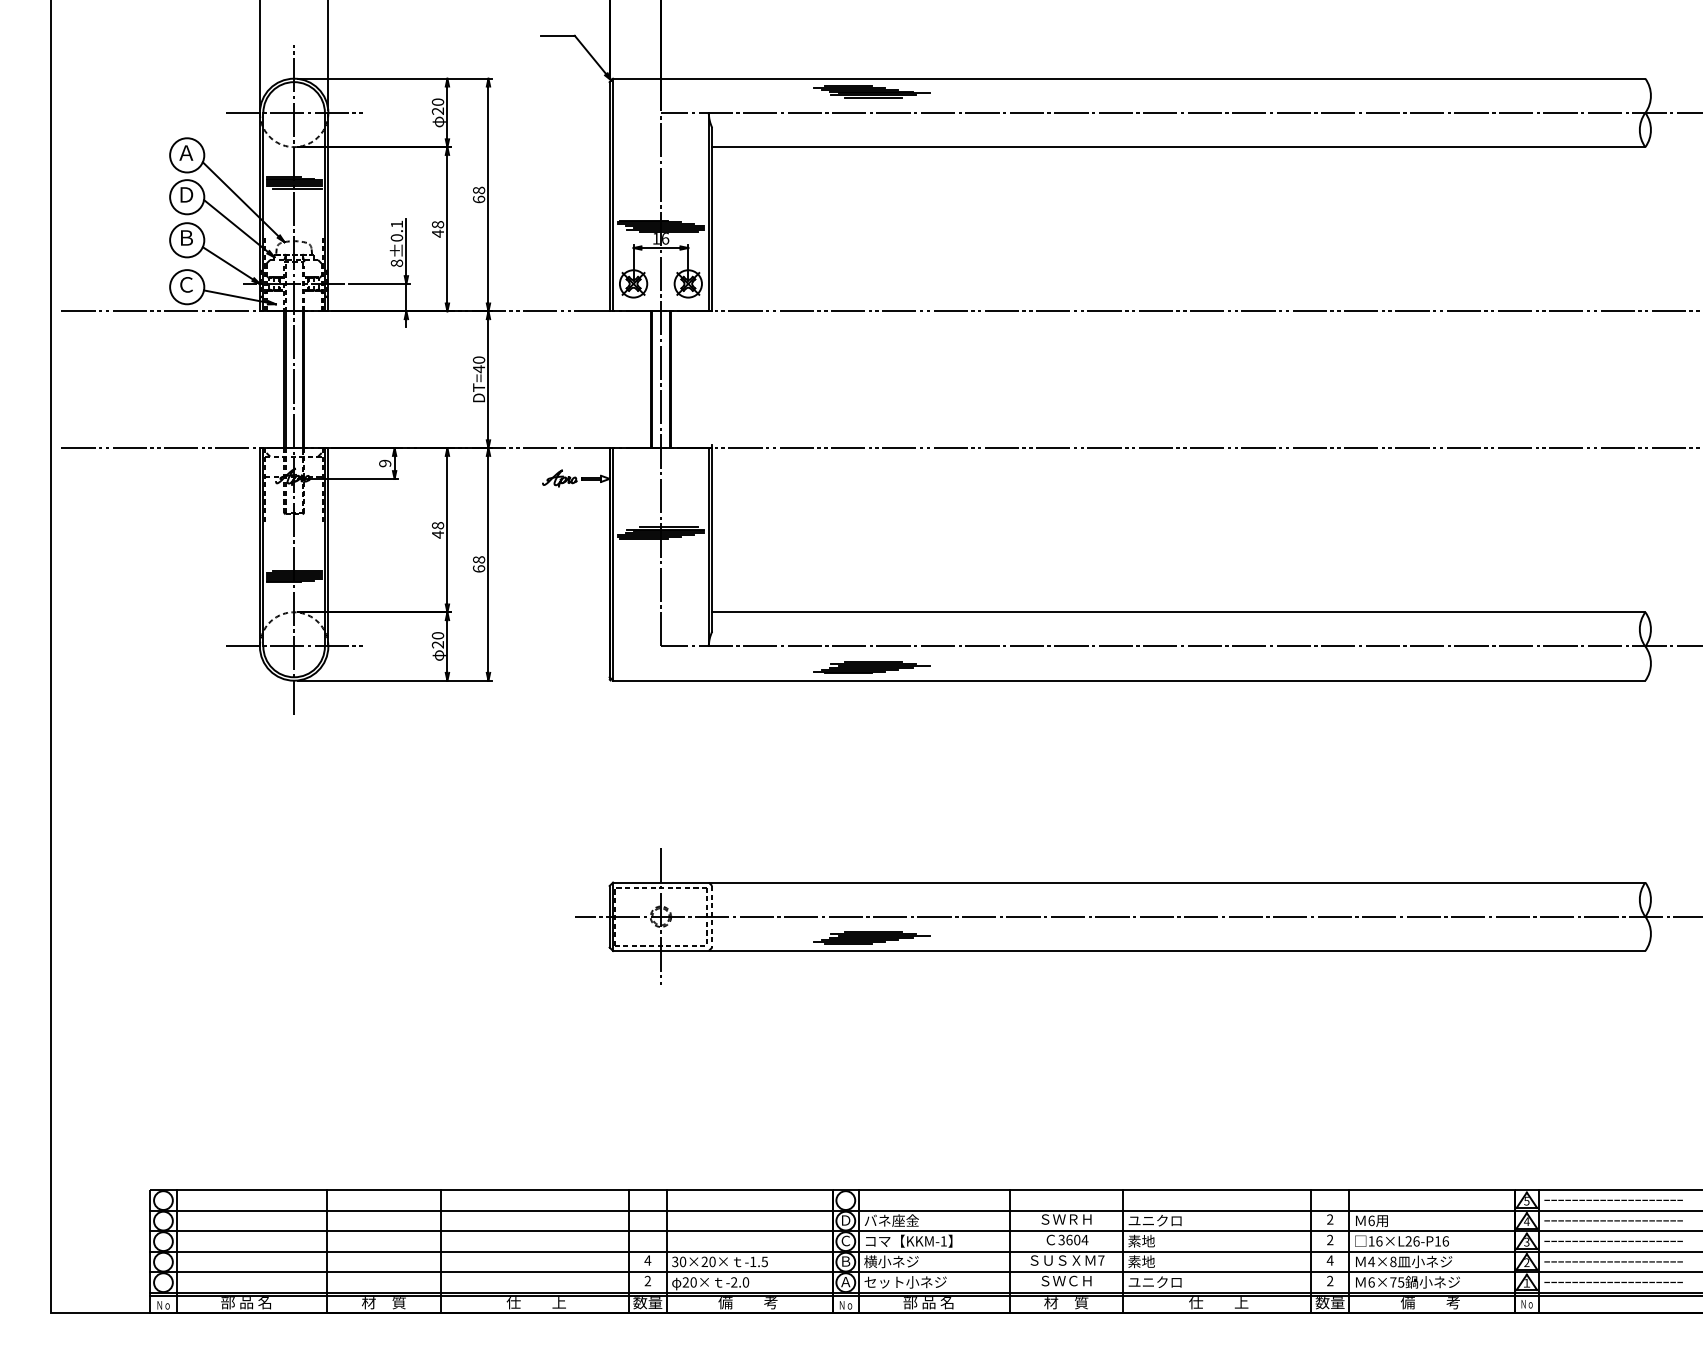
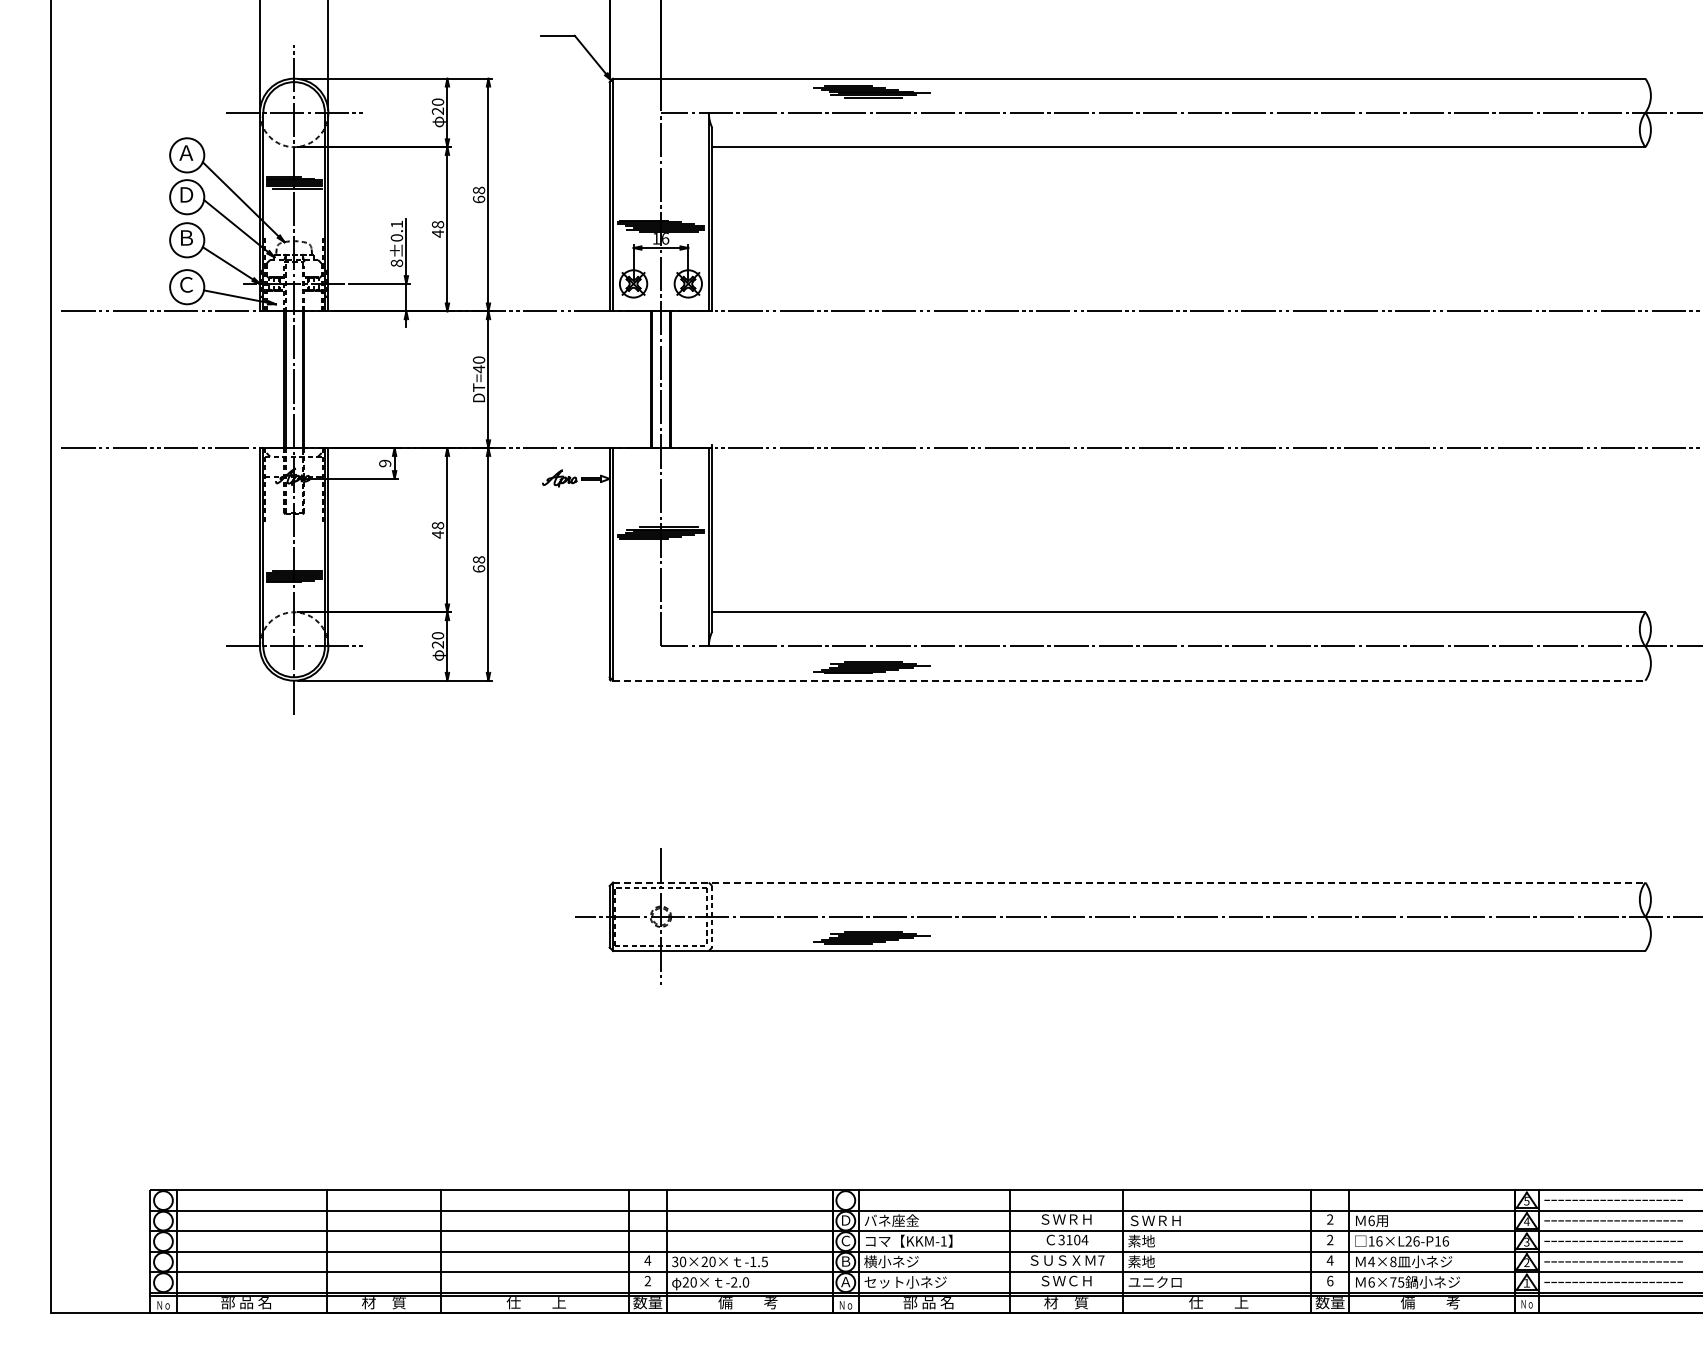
line at (1129, 680): solid -> dashed
line at (1129, 882): solid -> dashed
text at (1154, 1220): ユニクロ -> ＳＷＲＨ
text at (1069, 1239): 3604 -> 3104
text at (1330, 1280): 2 -> 6
